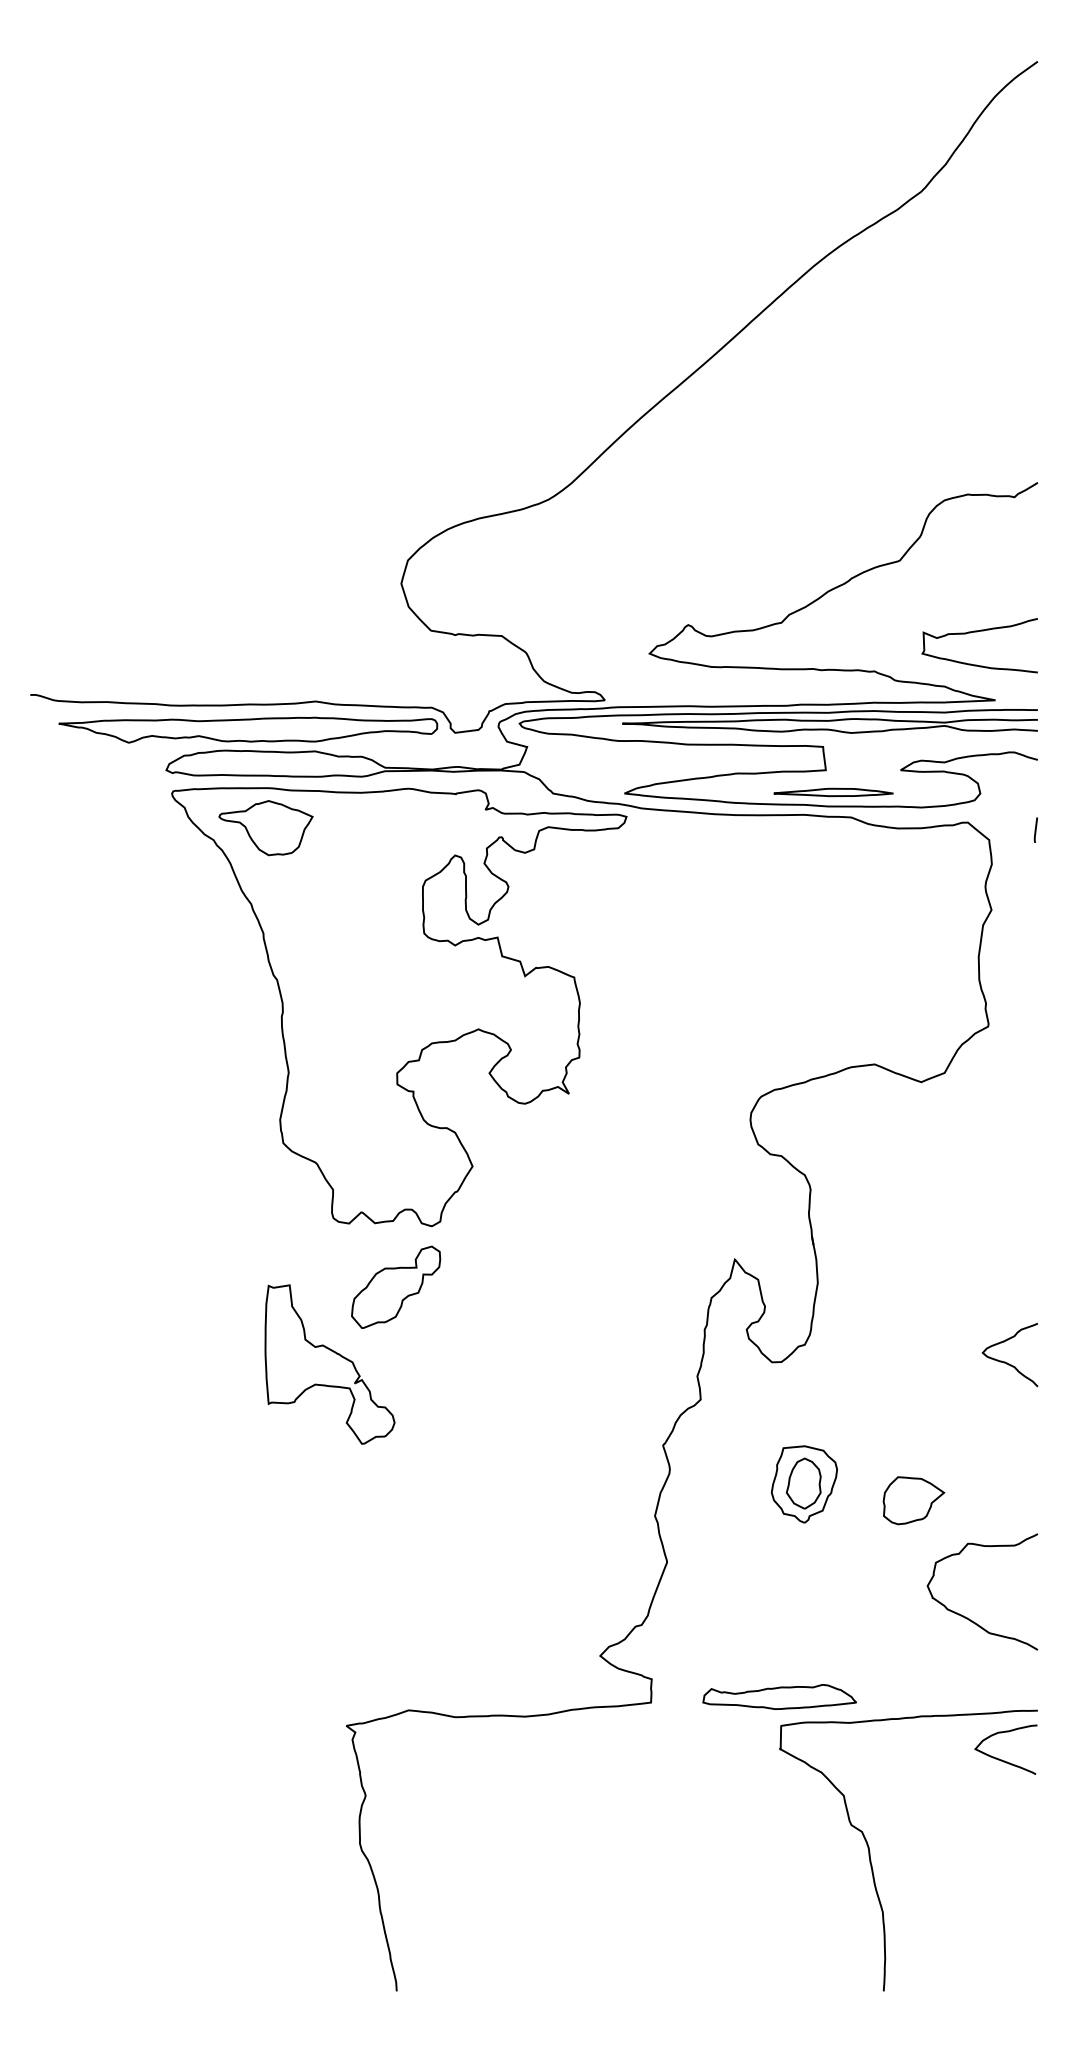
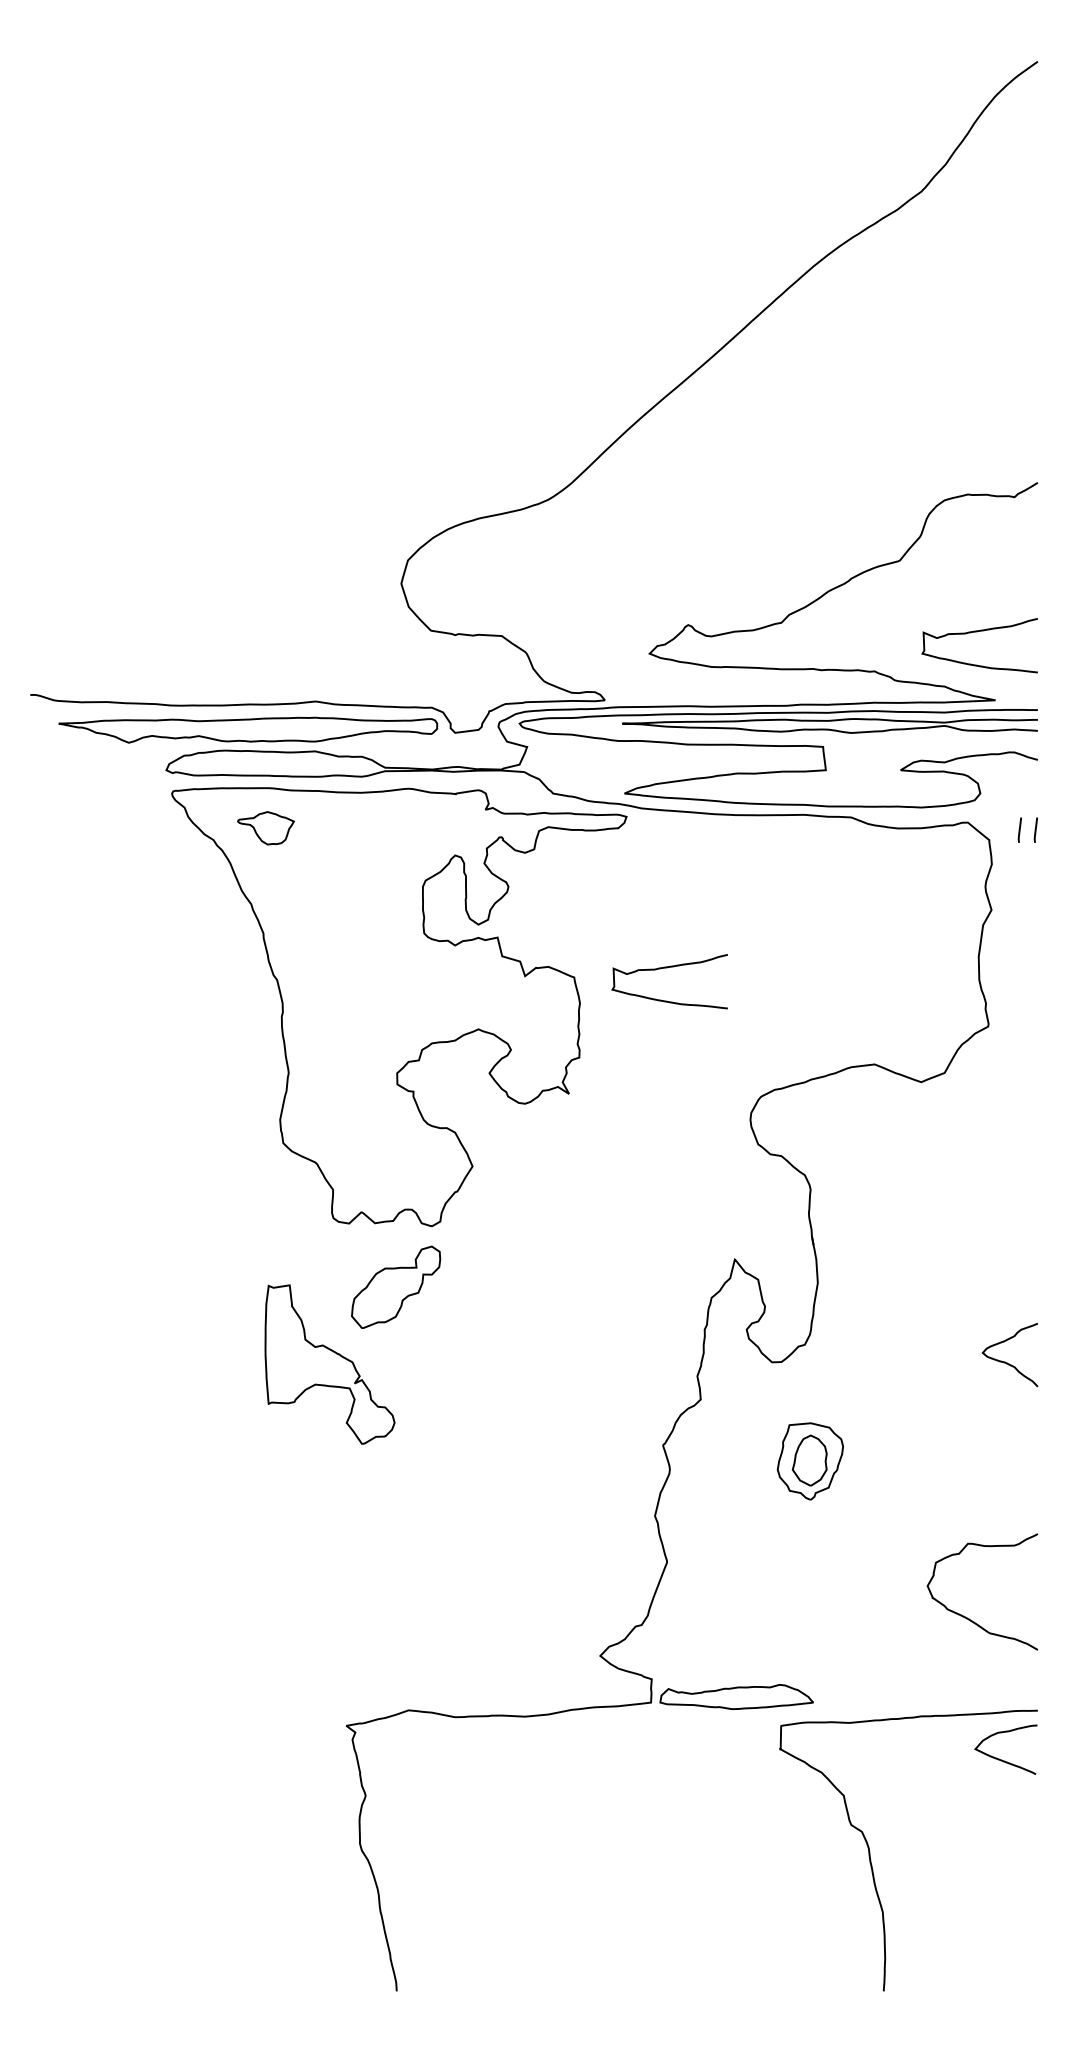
part at (833, 792): present -> none
part at (265, 828) size: 96x57 px -> 58x35 px
line at (1019, 829): none -> present
curve at (667, 968): none -> present
part at (803, 1484) position: (803, 1484) -> (809, 1461)
part at (913, 1500): present -> none
part at (779, 1696) position: (779, 1696) -> (736, 1696)
